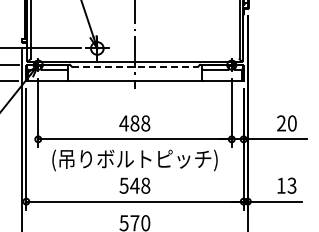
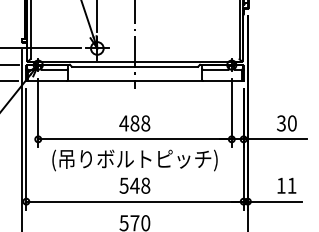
line at (97, 17): none -> present
line at (135, 66): dashed -> solid
text at (281, 123): 20 -> 30
text at (291, 185): 13 -> 11
